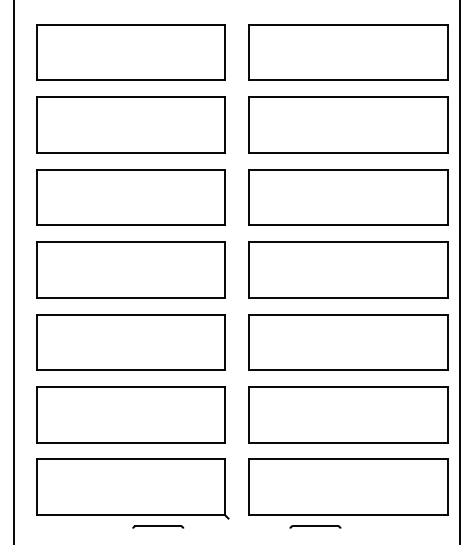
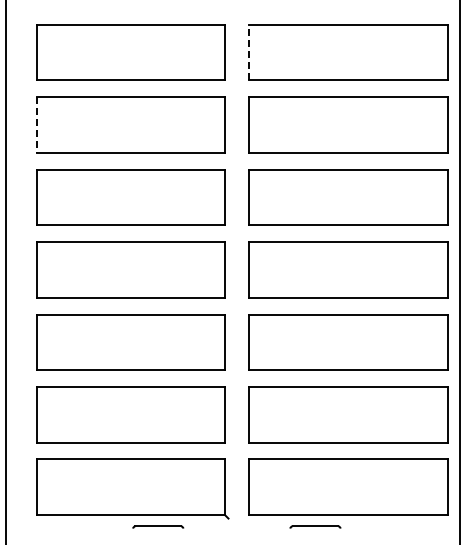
line at (248, 52): solid -> dashed
line at (37, 125): solid -> dashed
line at (13, 271) position: (13, 271) -> (5, 271)
